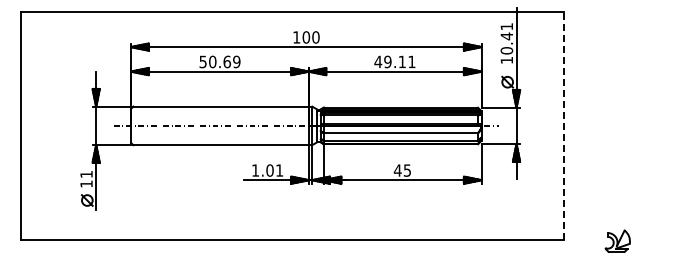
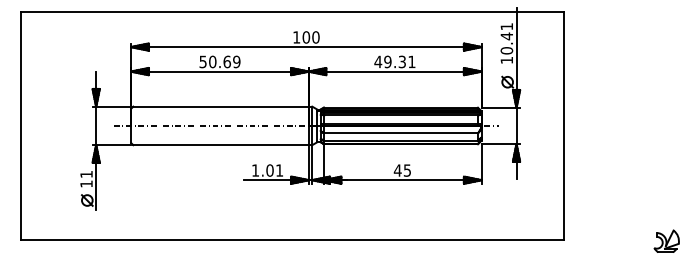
text at (401, 61): 49.11 -> 49.31
line at (564, 125): dashed -> solid
part at (617, 240) position: (617, 240) -> (666, 240)
